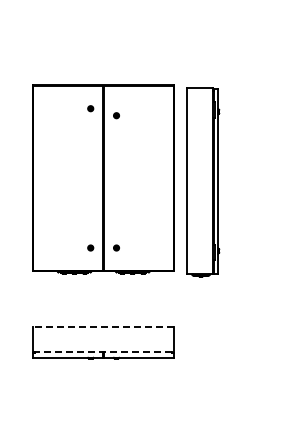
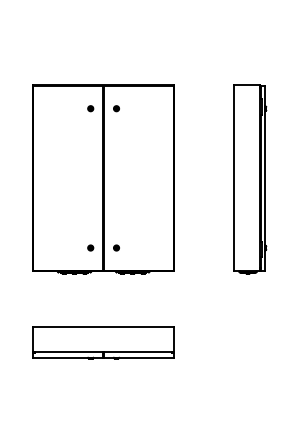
part at (116, 115) position: (116, 115) -> (116, 108)
part at (203, 182) position: (203, 182) -> (250, 179)
line at (103, 326): dashed -> solid
line at (103, 352): dashed -> solid
